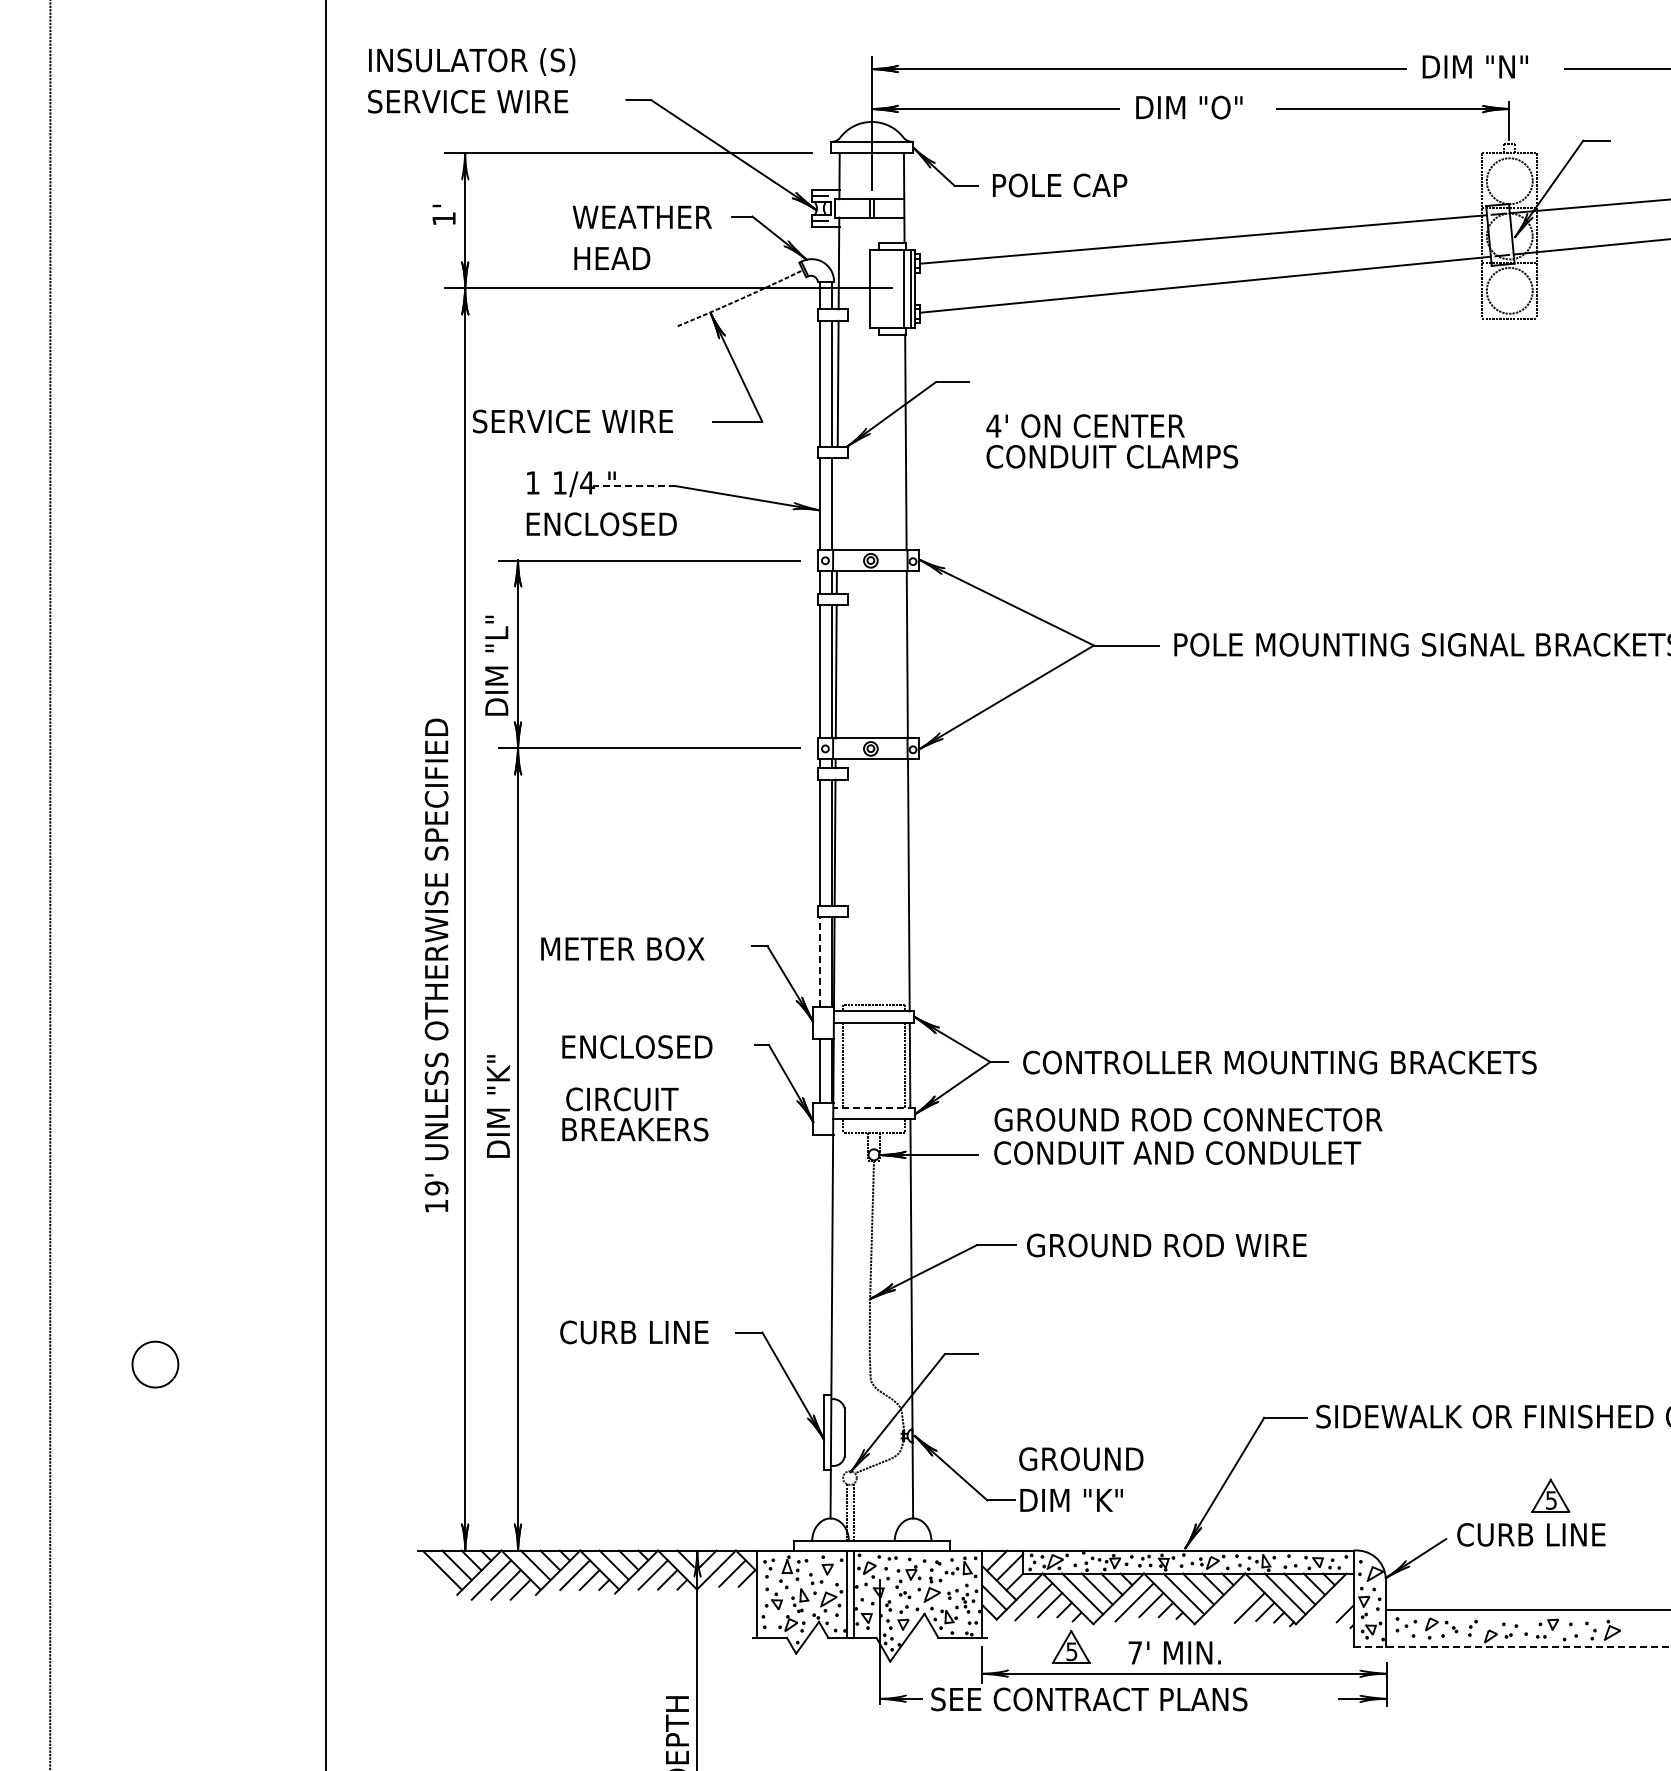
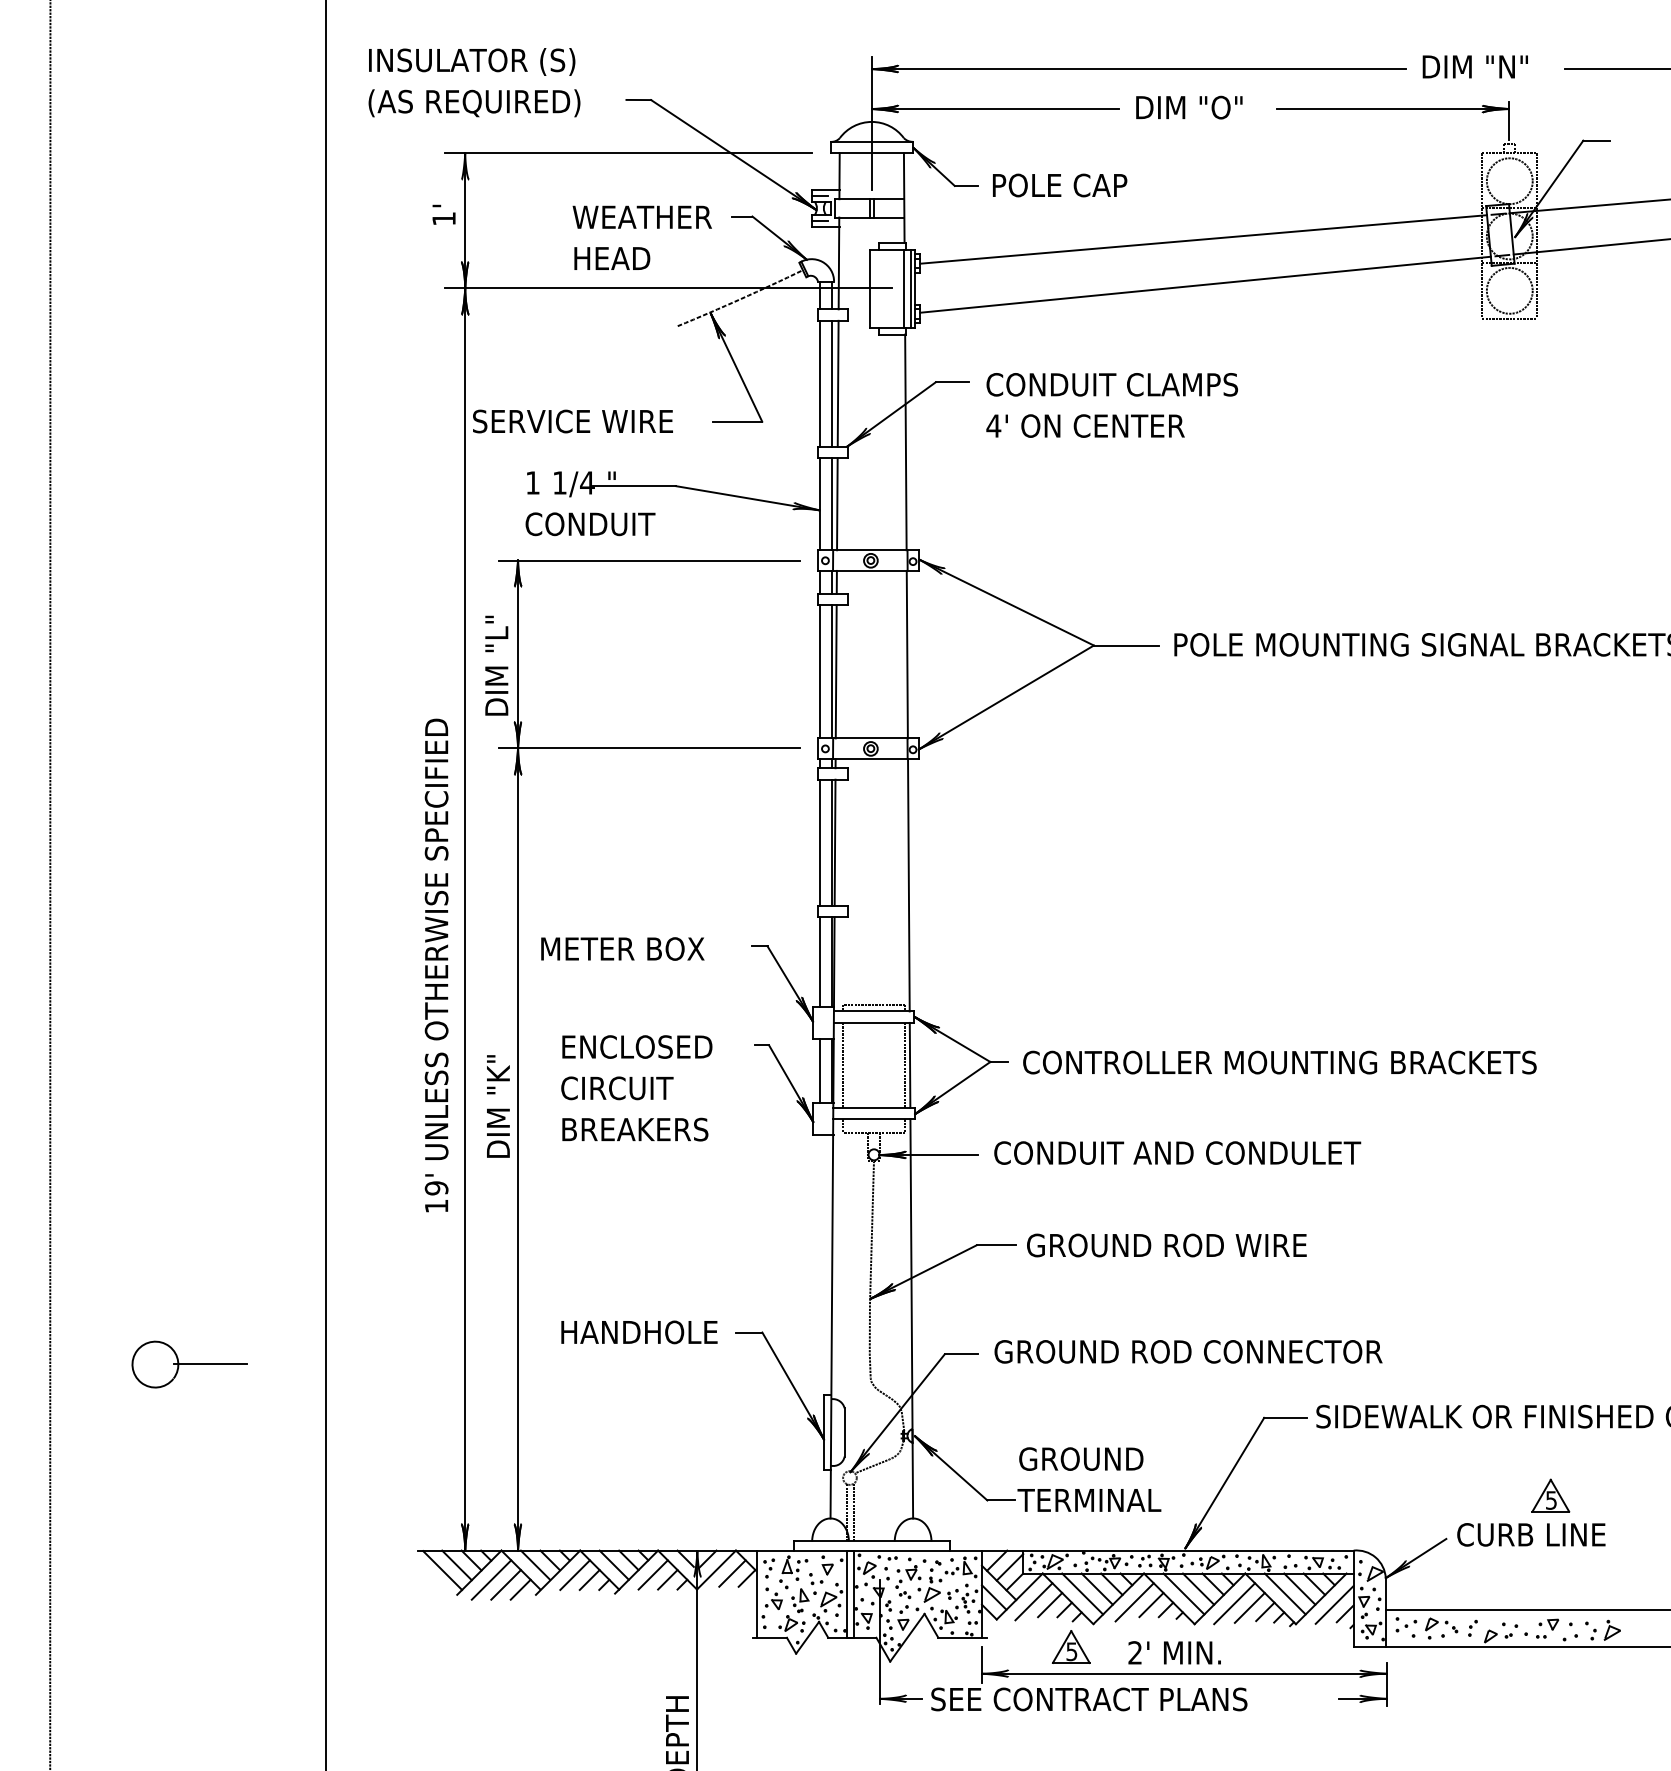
text at (474, 103): SERVICE WIRE -> (AS REQUIRED)
text at (1111, 456) position: (1111, 456) -> (1111, 384)
line at (634, 486): dashed -> solid
line at (837, 504): none -> present
text at (600, 524): ENCLOSED -> CONDUIT
line at (820, 962): dashed -> solid
text at (622, 1099) position: (622, 1099) -> (617, 1088)
line at (874, 1107): dashed -> solid
text at (1188, 1119) position: (1188, 1119) -> (1188, 1351)
text at (638, 1332): CURB LINE -> HANDHOLE
line at (210, 1364): none -> present
text at (1089, 1500): DIM "K" -> TERMINAL
line at (1234, 1603): none -> present
line at (1334, 1604): none -> present
line at (1512, 1646): dashed -> solid
text at (1134, 1652): 7' -> 2'
